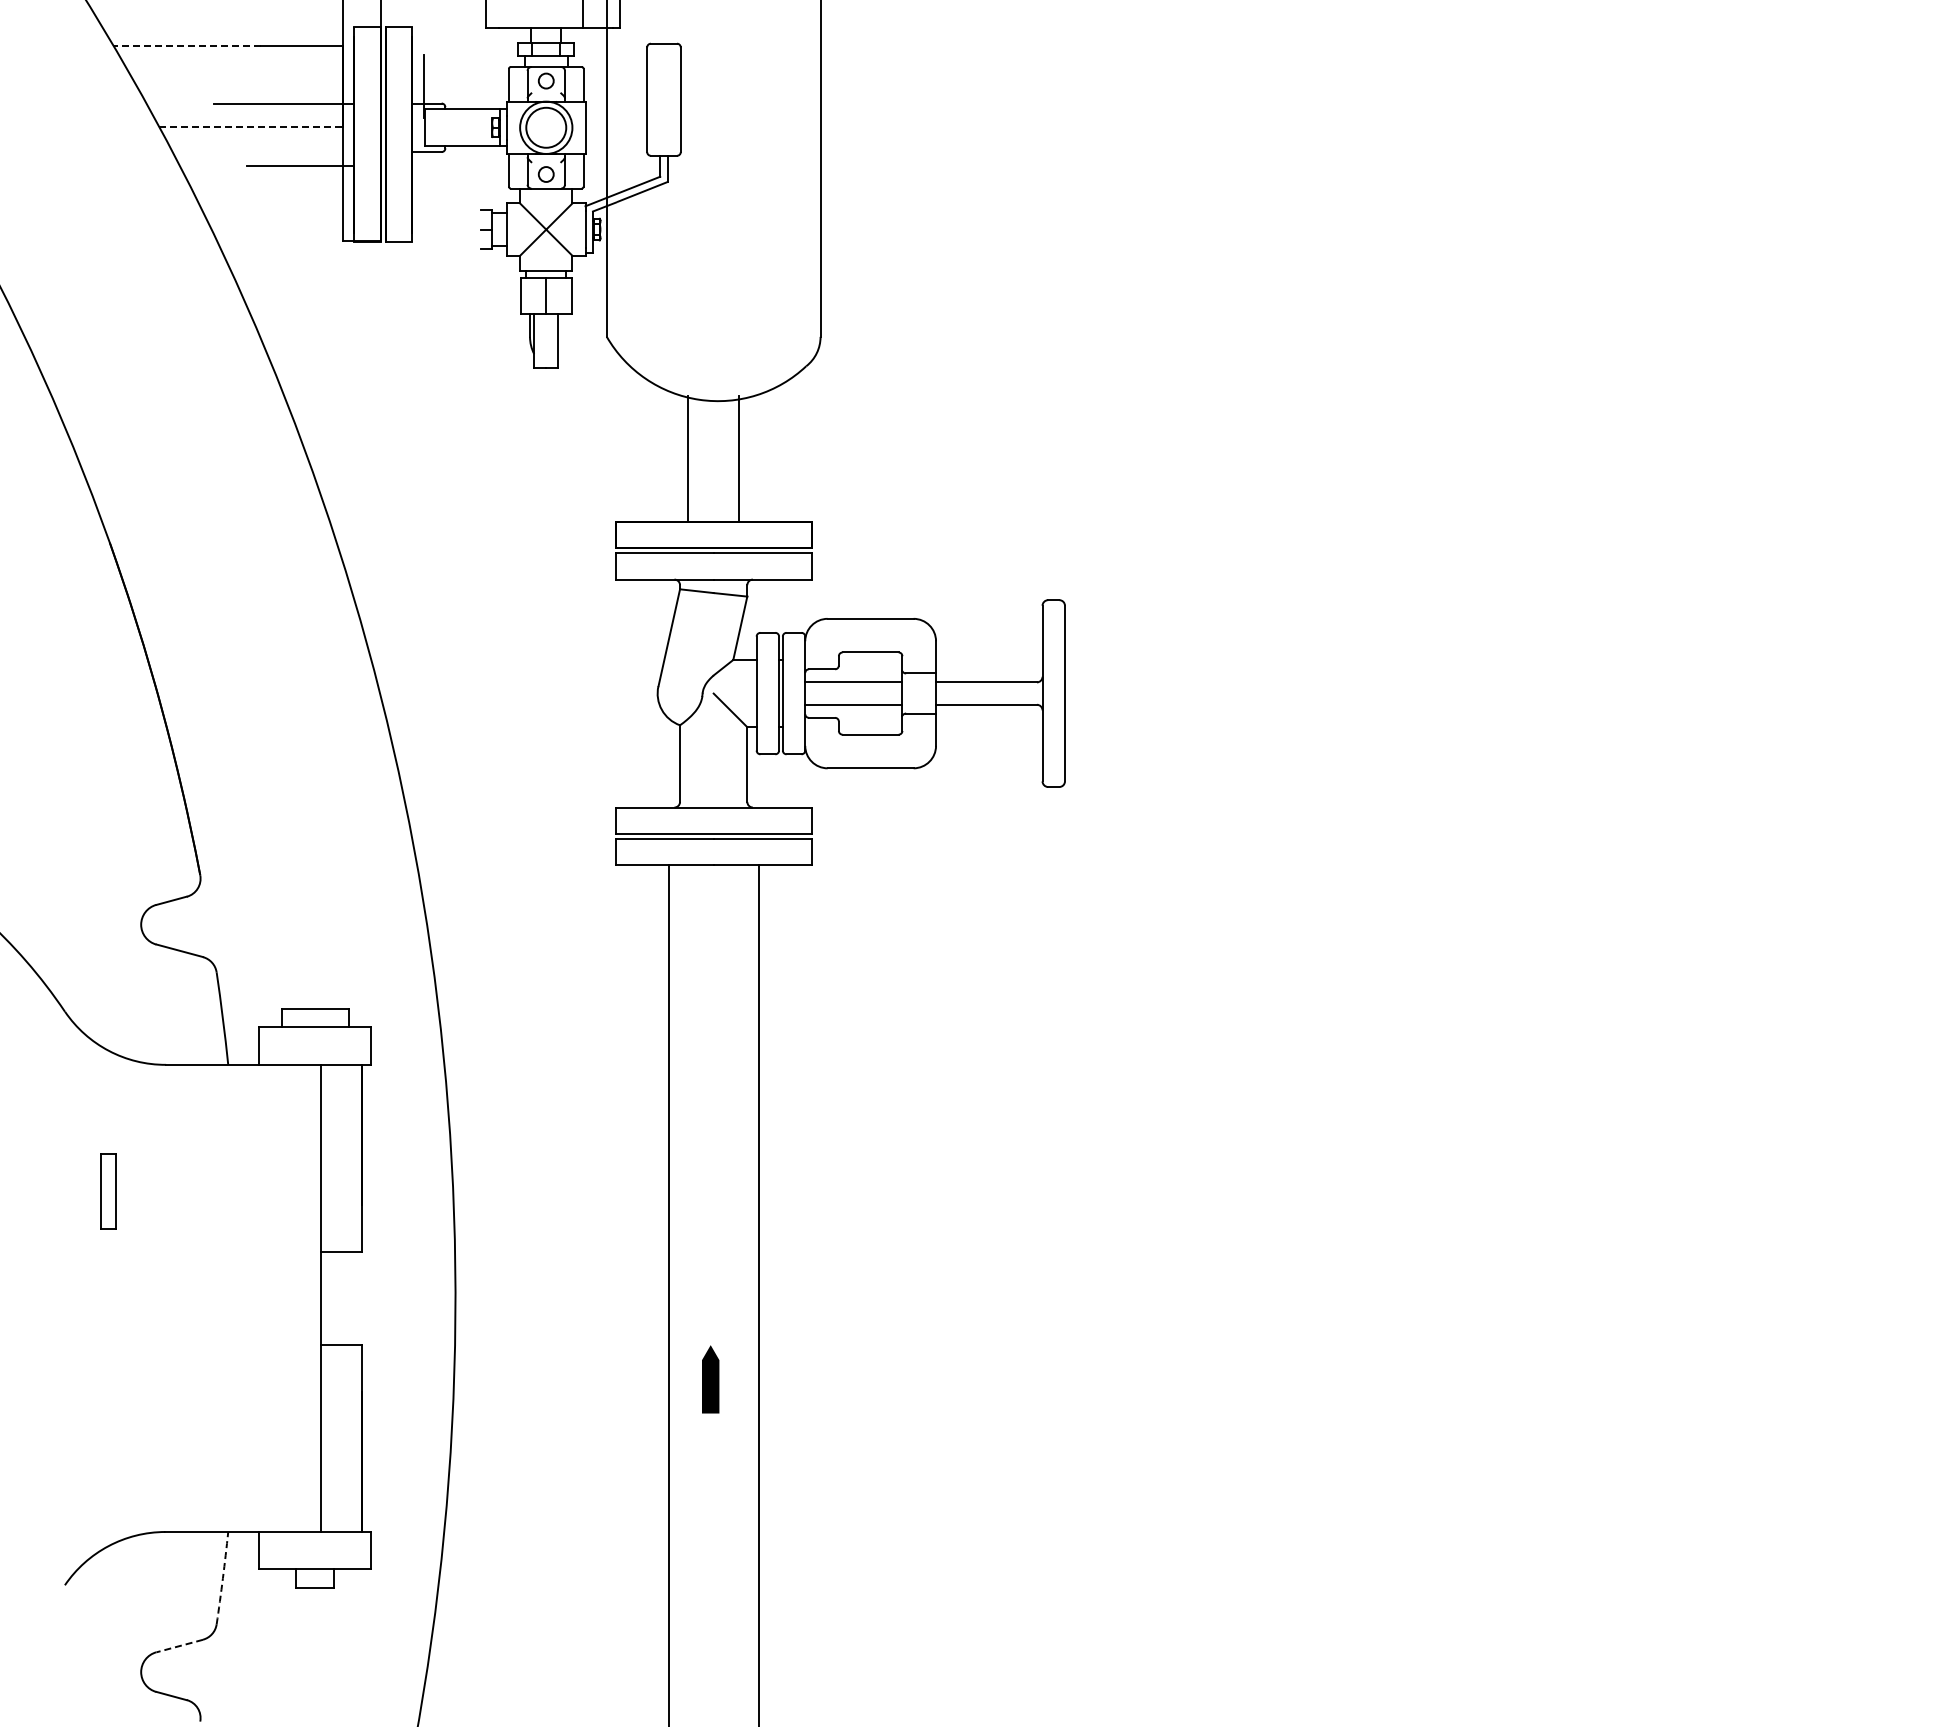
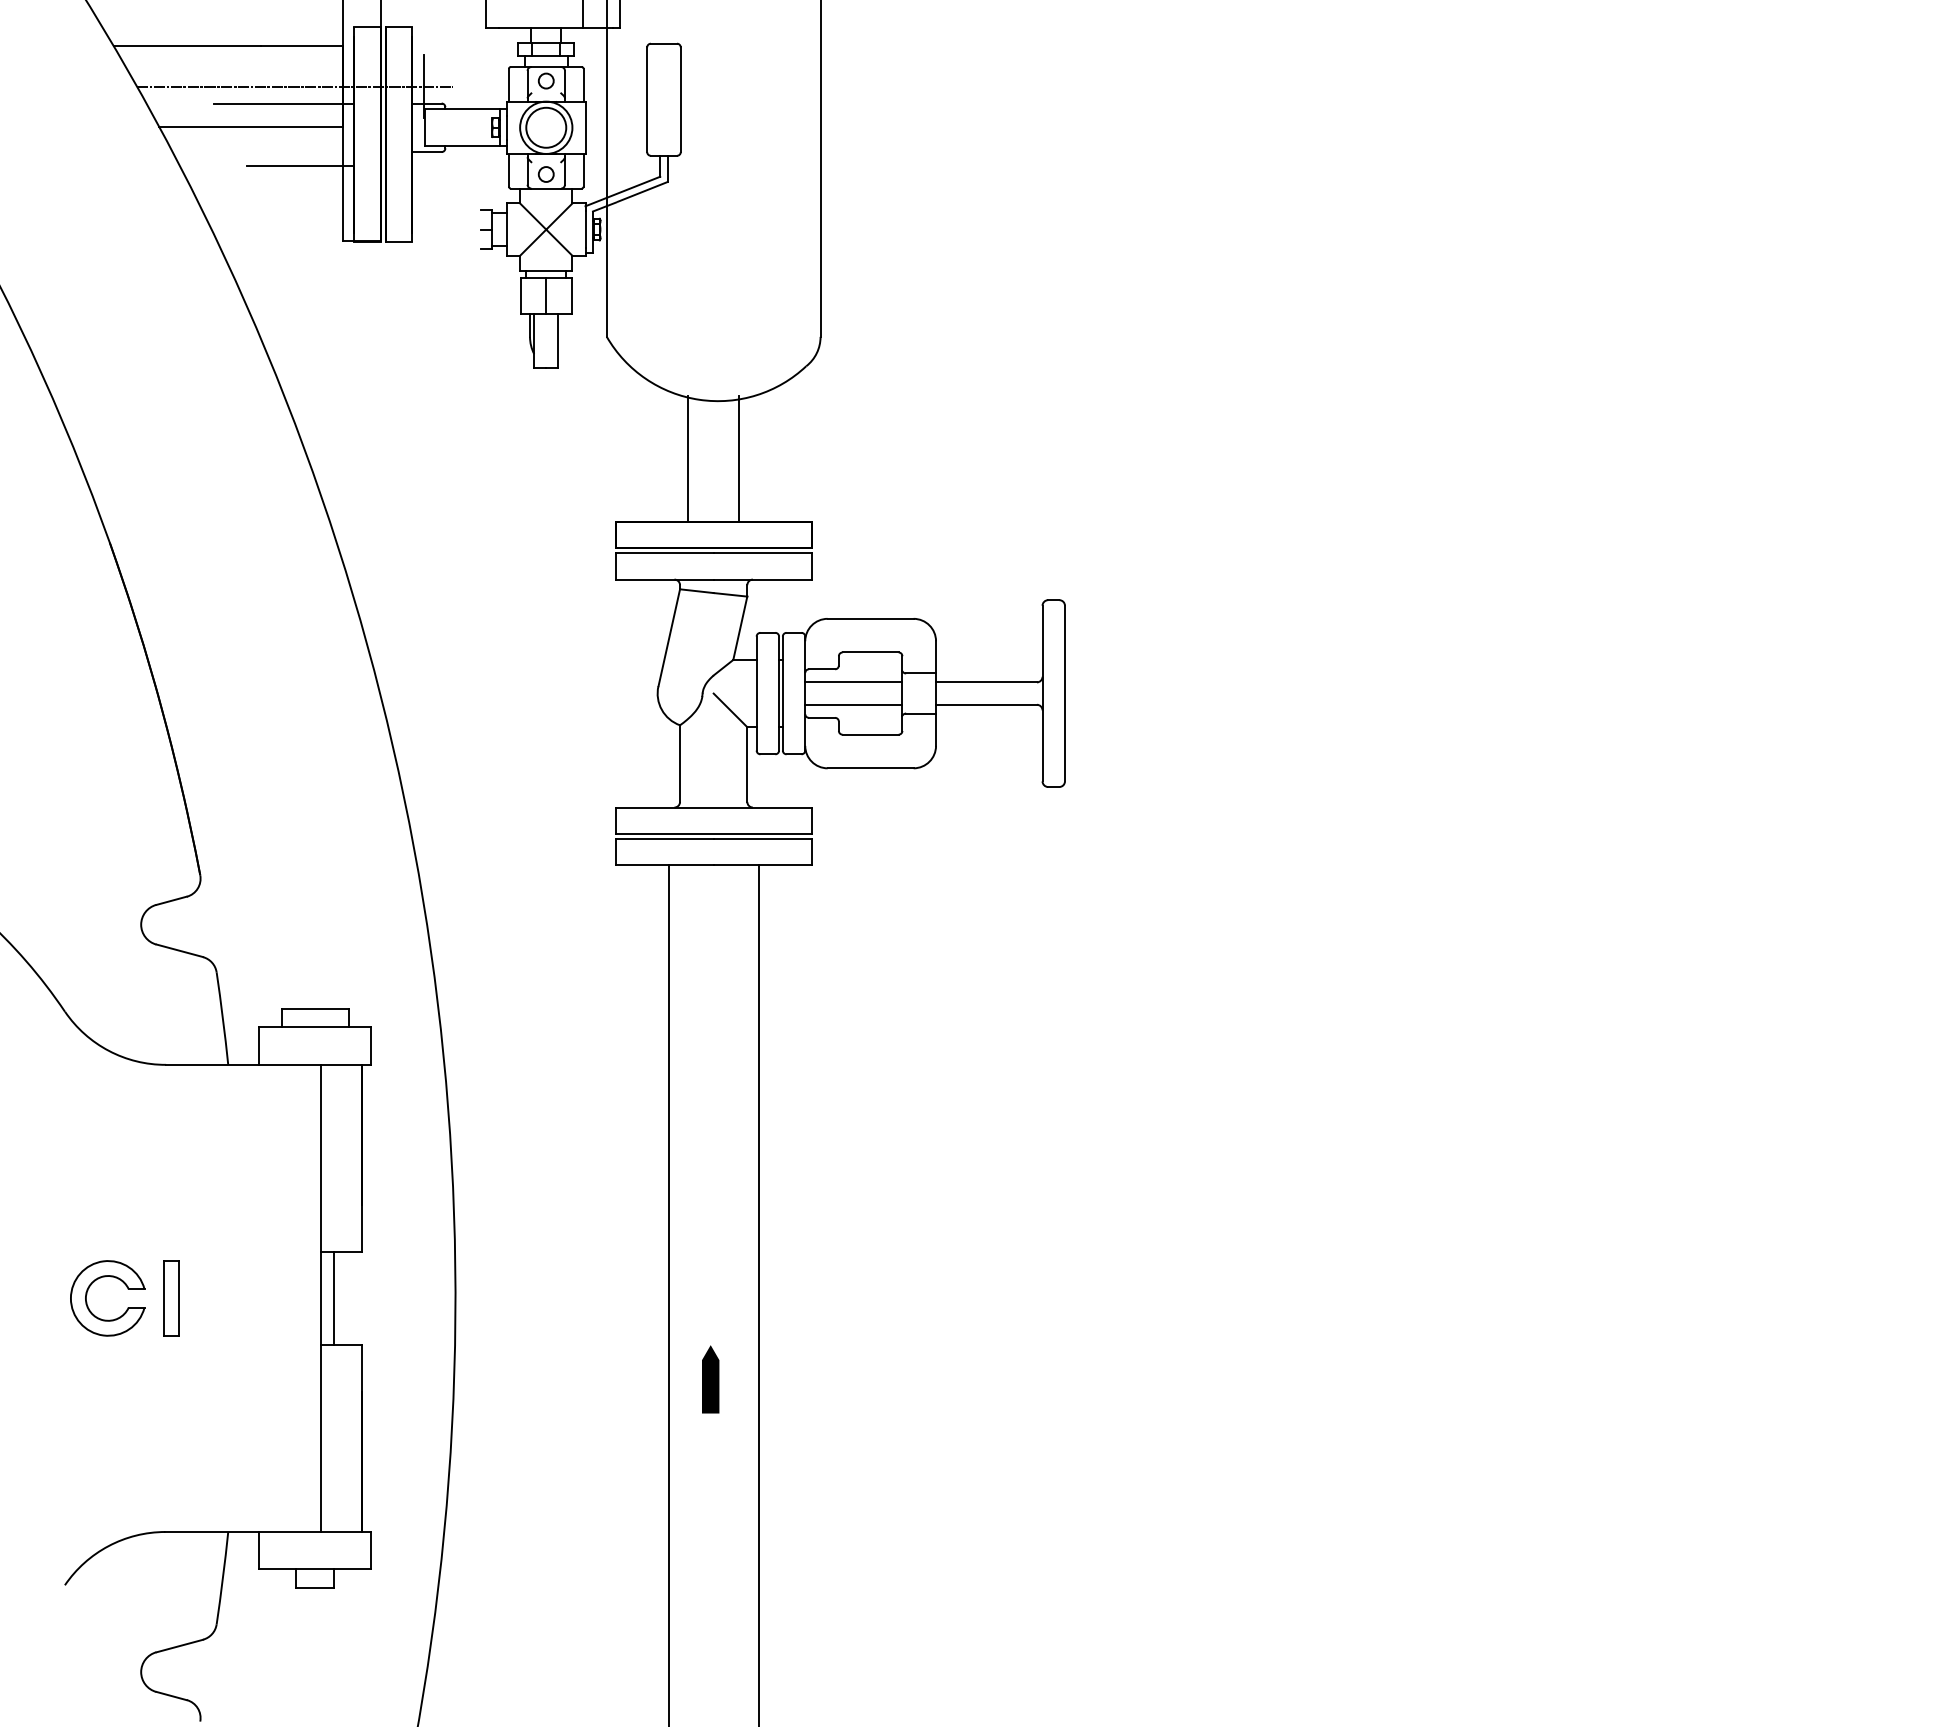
line at (187, 46): dashed -> solid
line at (295, 86): none -> present
line at (251, 127): dashed -> solid
part at (108, 1191) position: (108, 1191) -> (171, 1298)
part at (87, 1294): none -> present
line at (333, 1298): none -> present
arc at (222, 1578): dashed -> solid
line at (179, 1646): dashed -> solid
